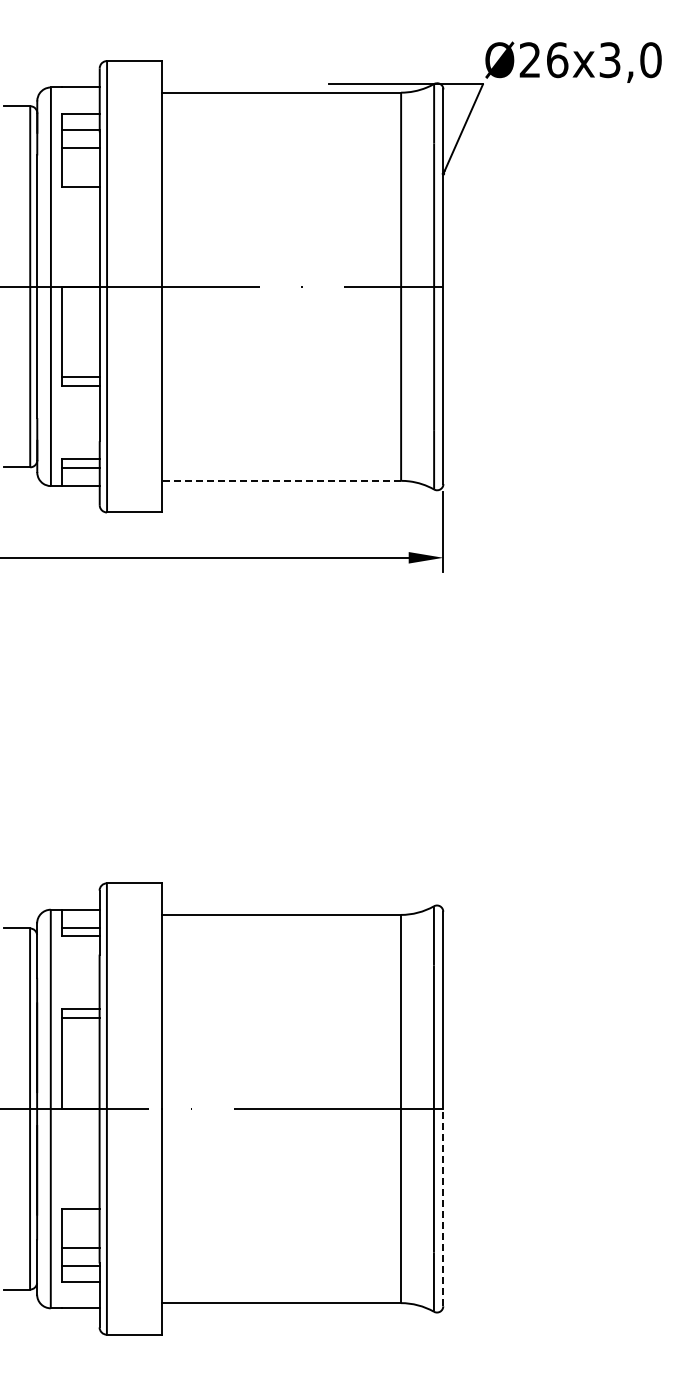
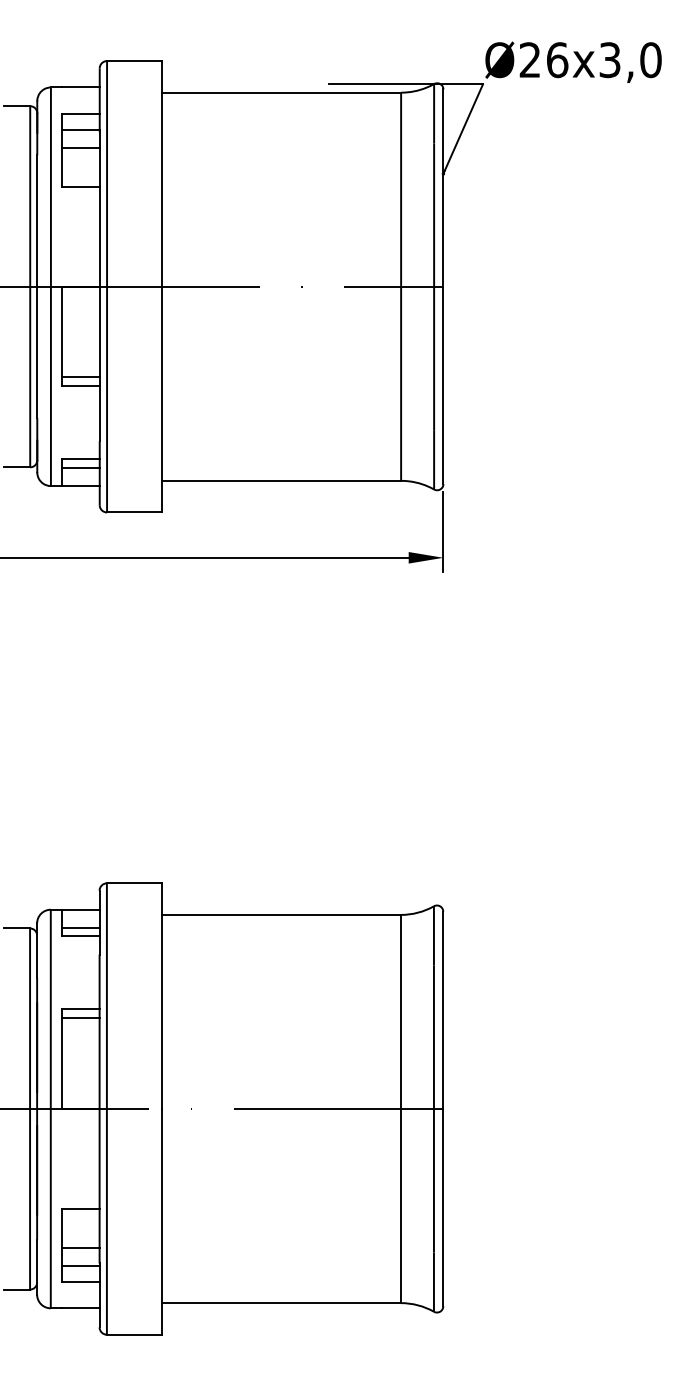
line at (281, 480): dashed -> solid
line at (443, 1207): dashed -> solid
